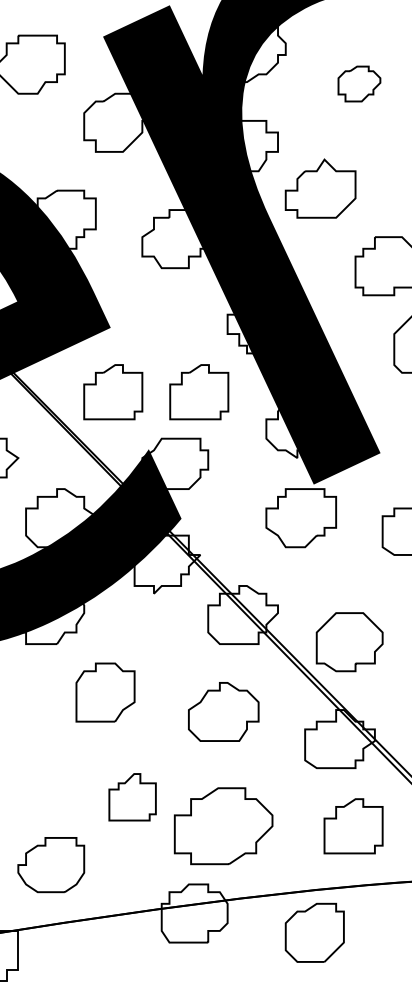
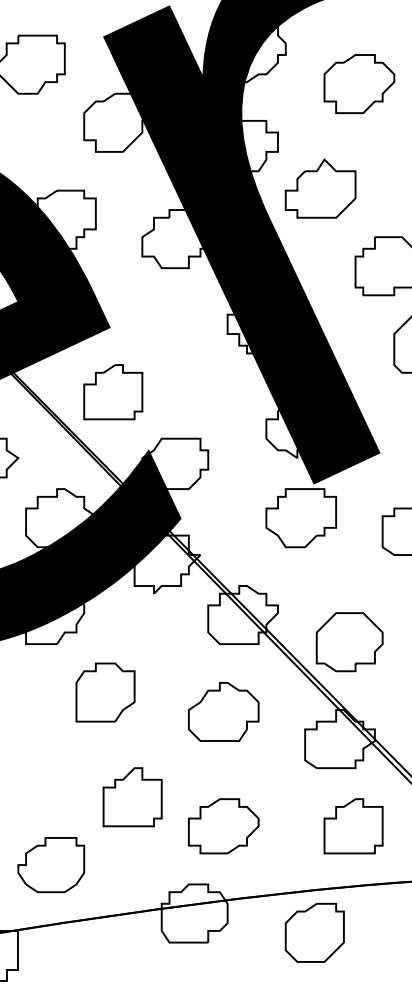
part at (359, 83) size: 45x38 px -> 73x60 px
part at (199, 392): present -> none
part at (132, 797) size: 49x49 px -> 61x61 px
part at (223, 826) size: 101x79 px -> 72x57 px
